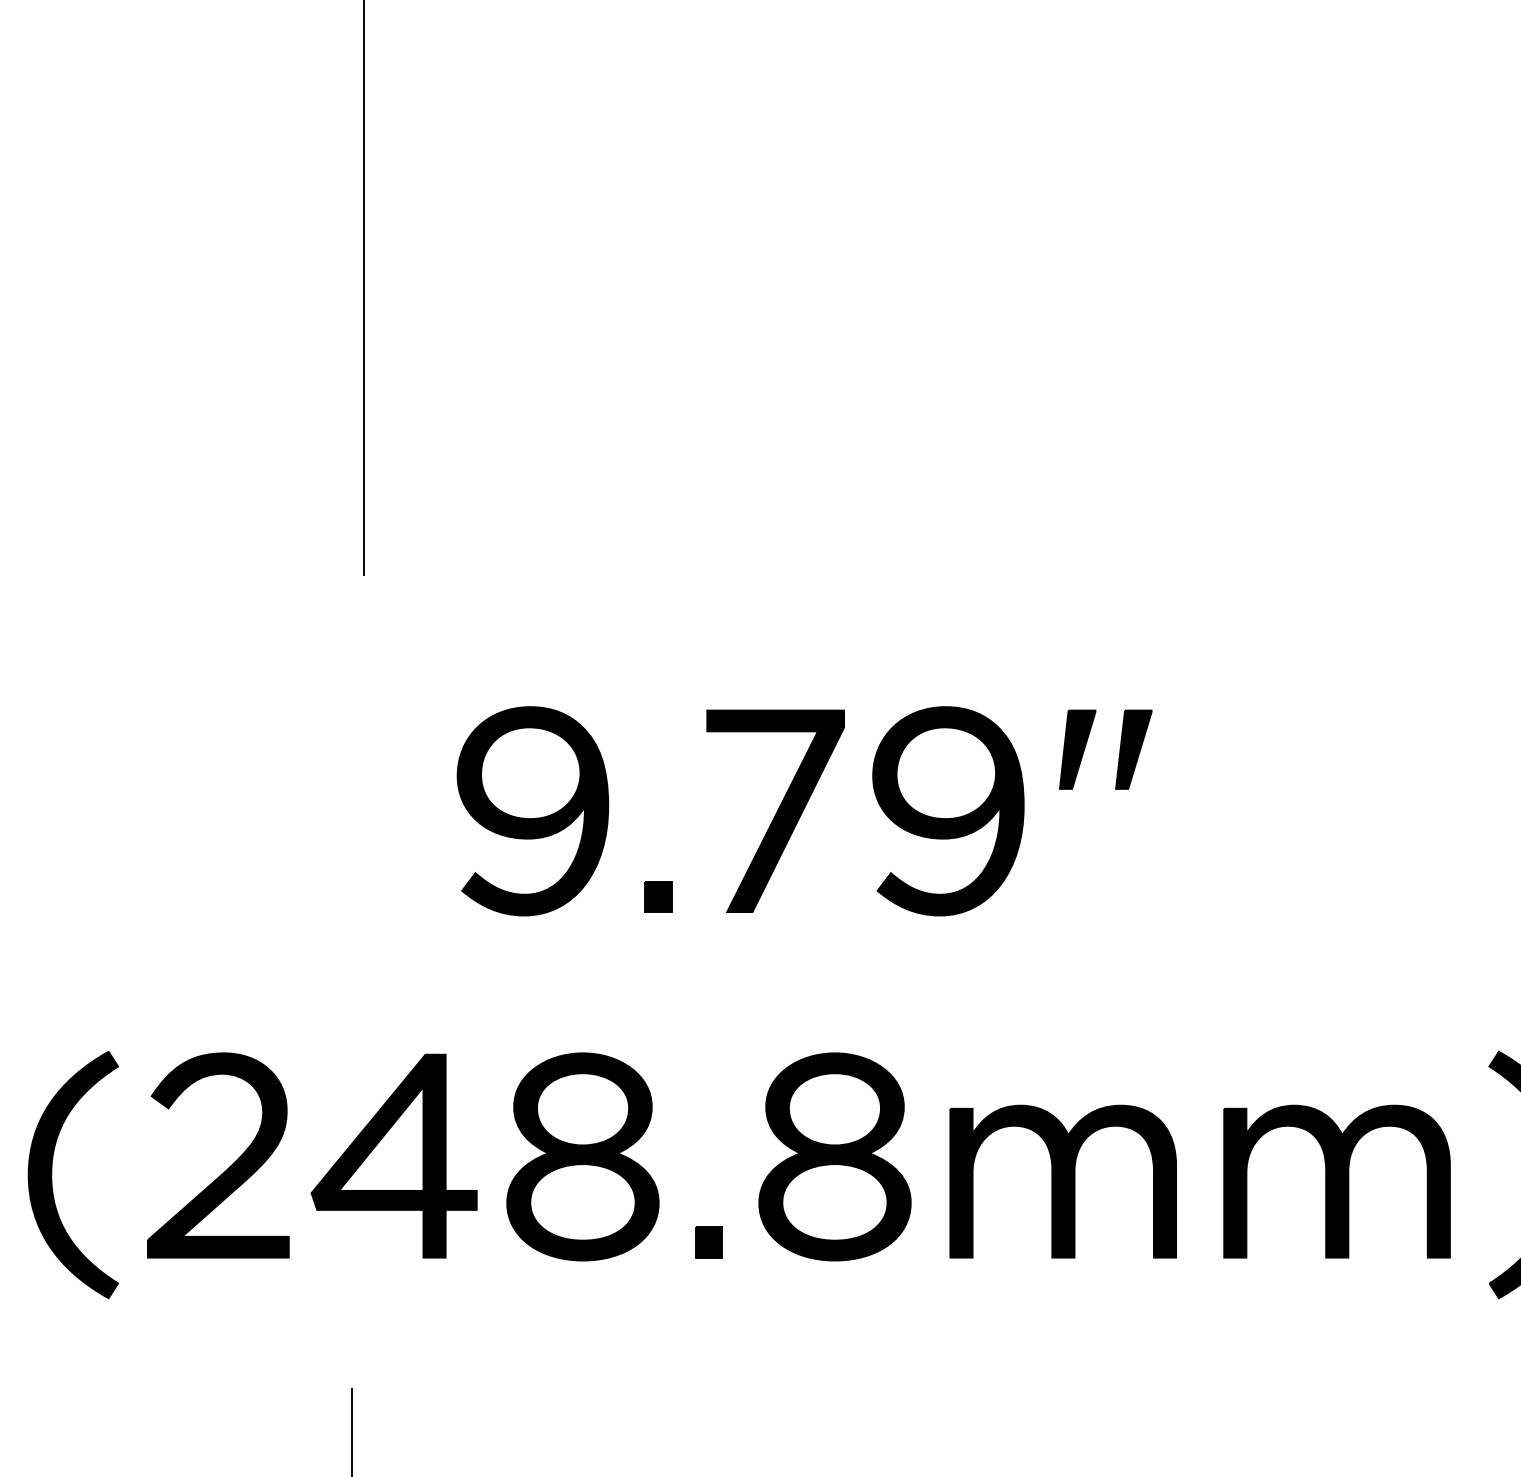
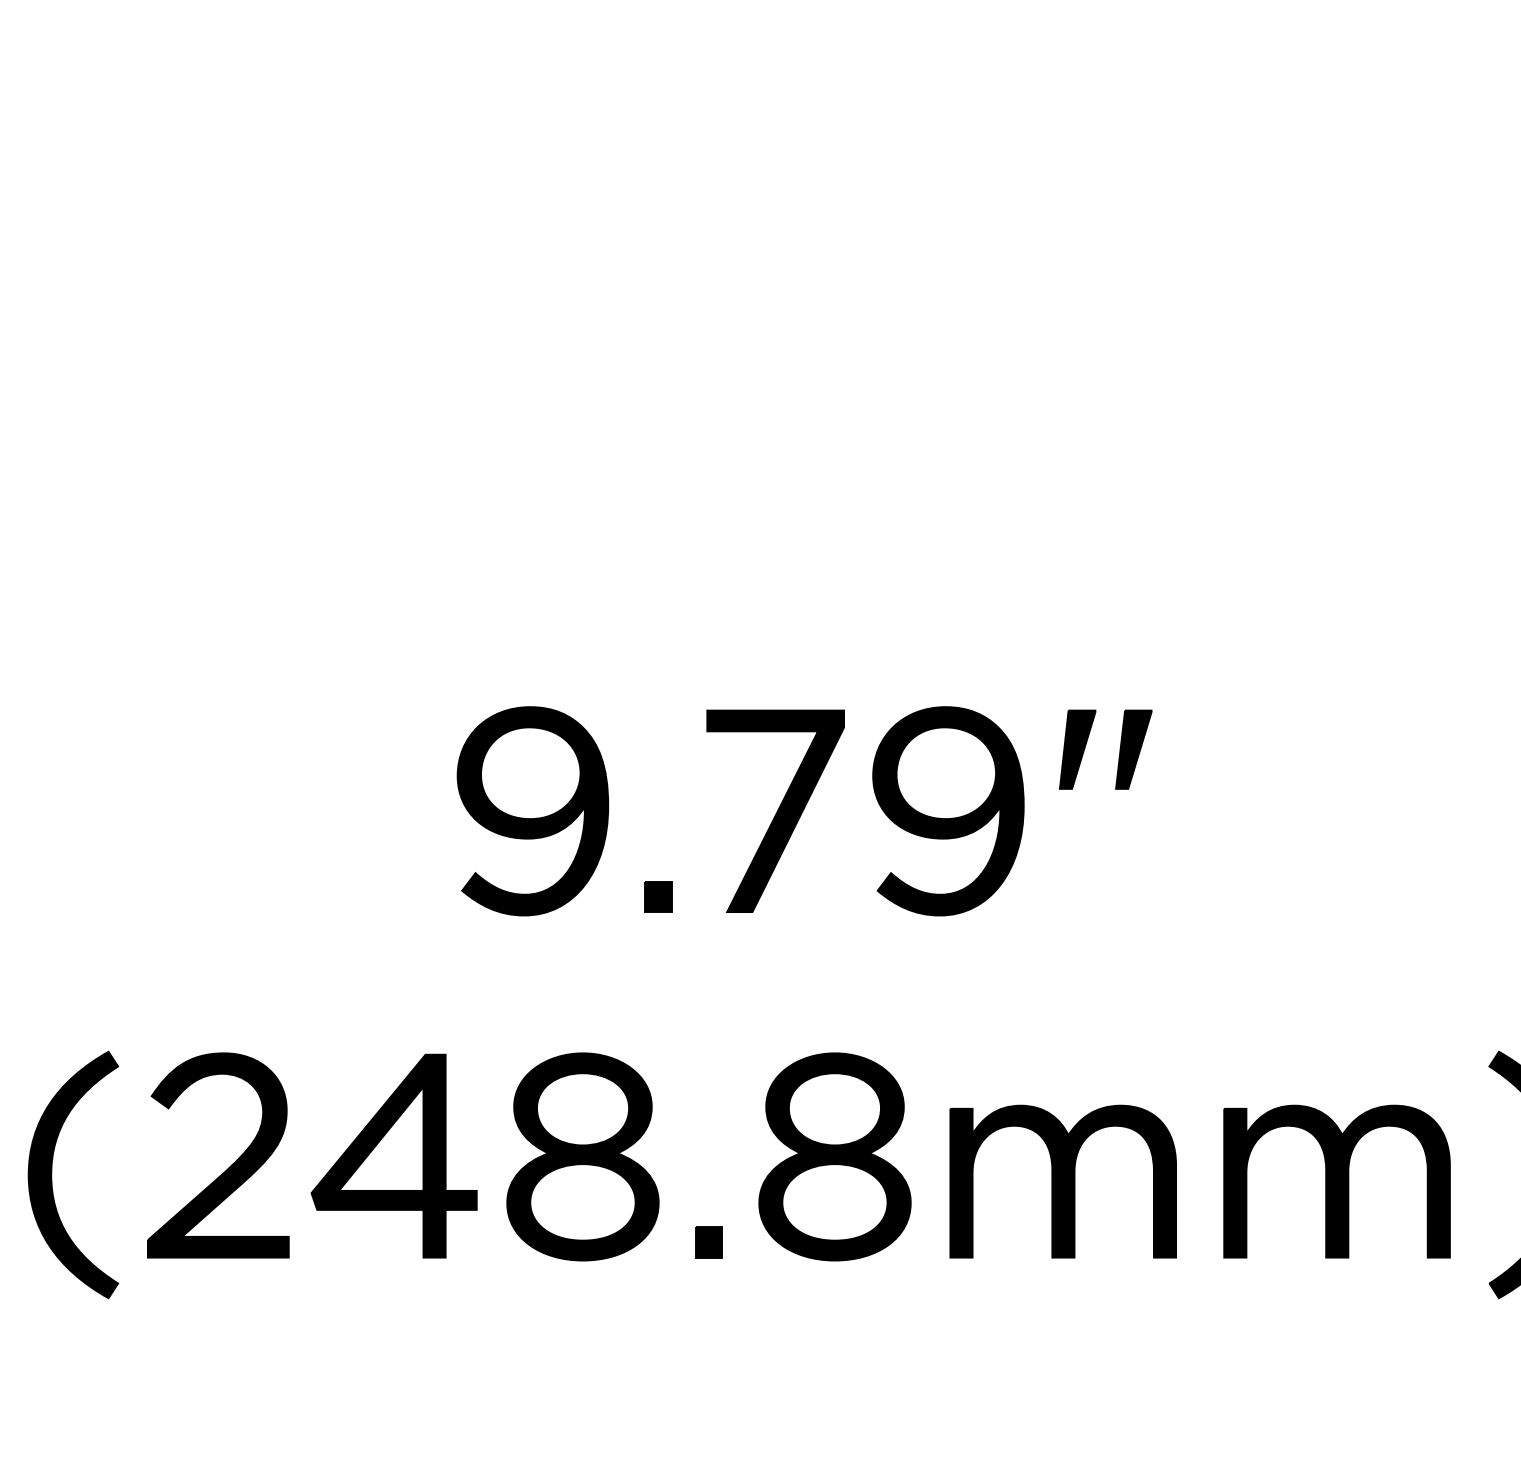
line at (364, 288): present -> none
line at (352, 1431): present -> none
